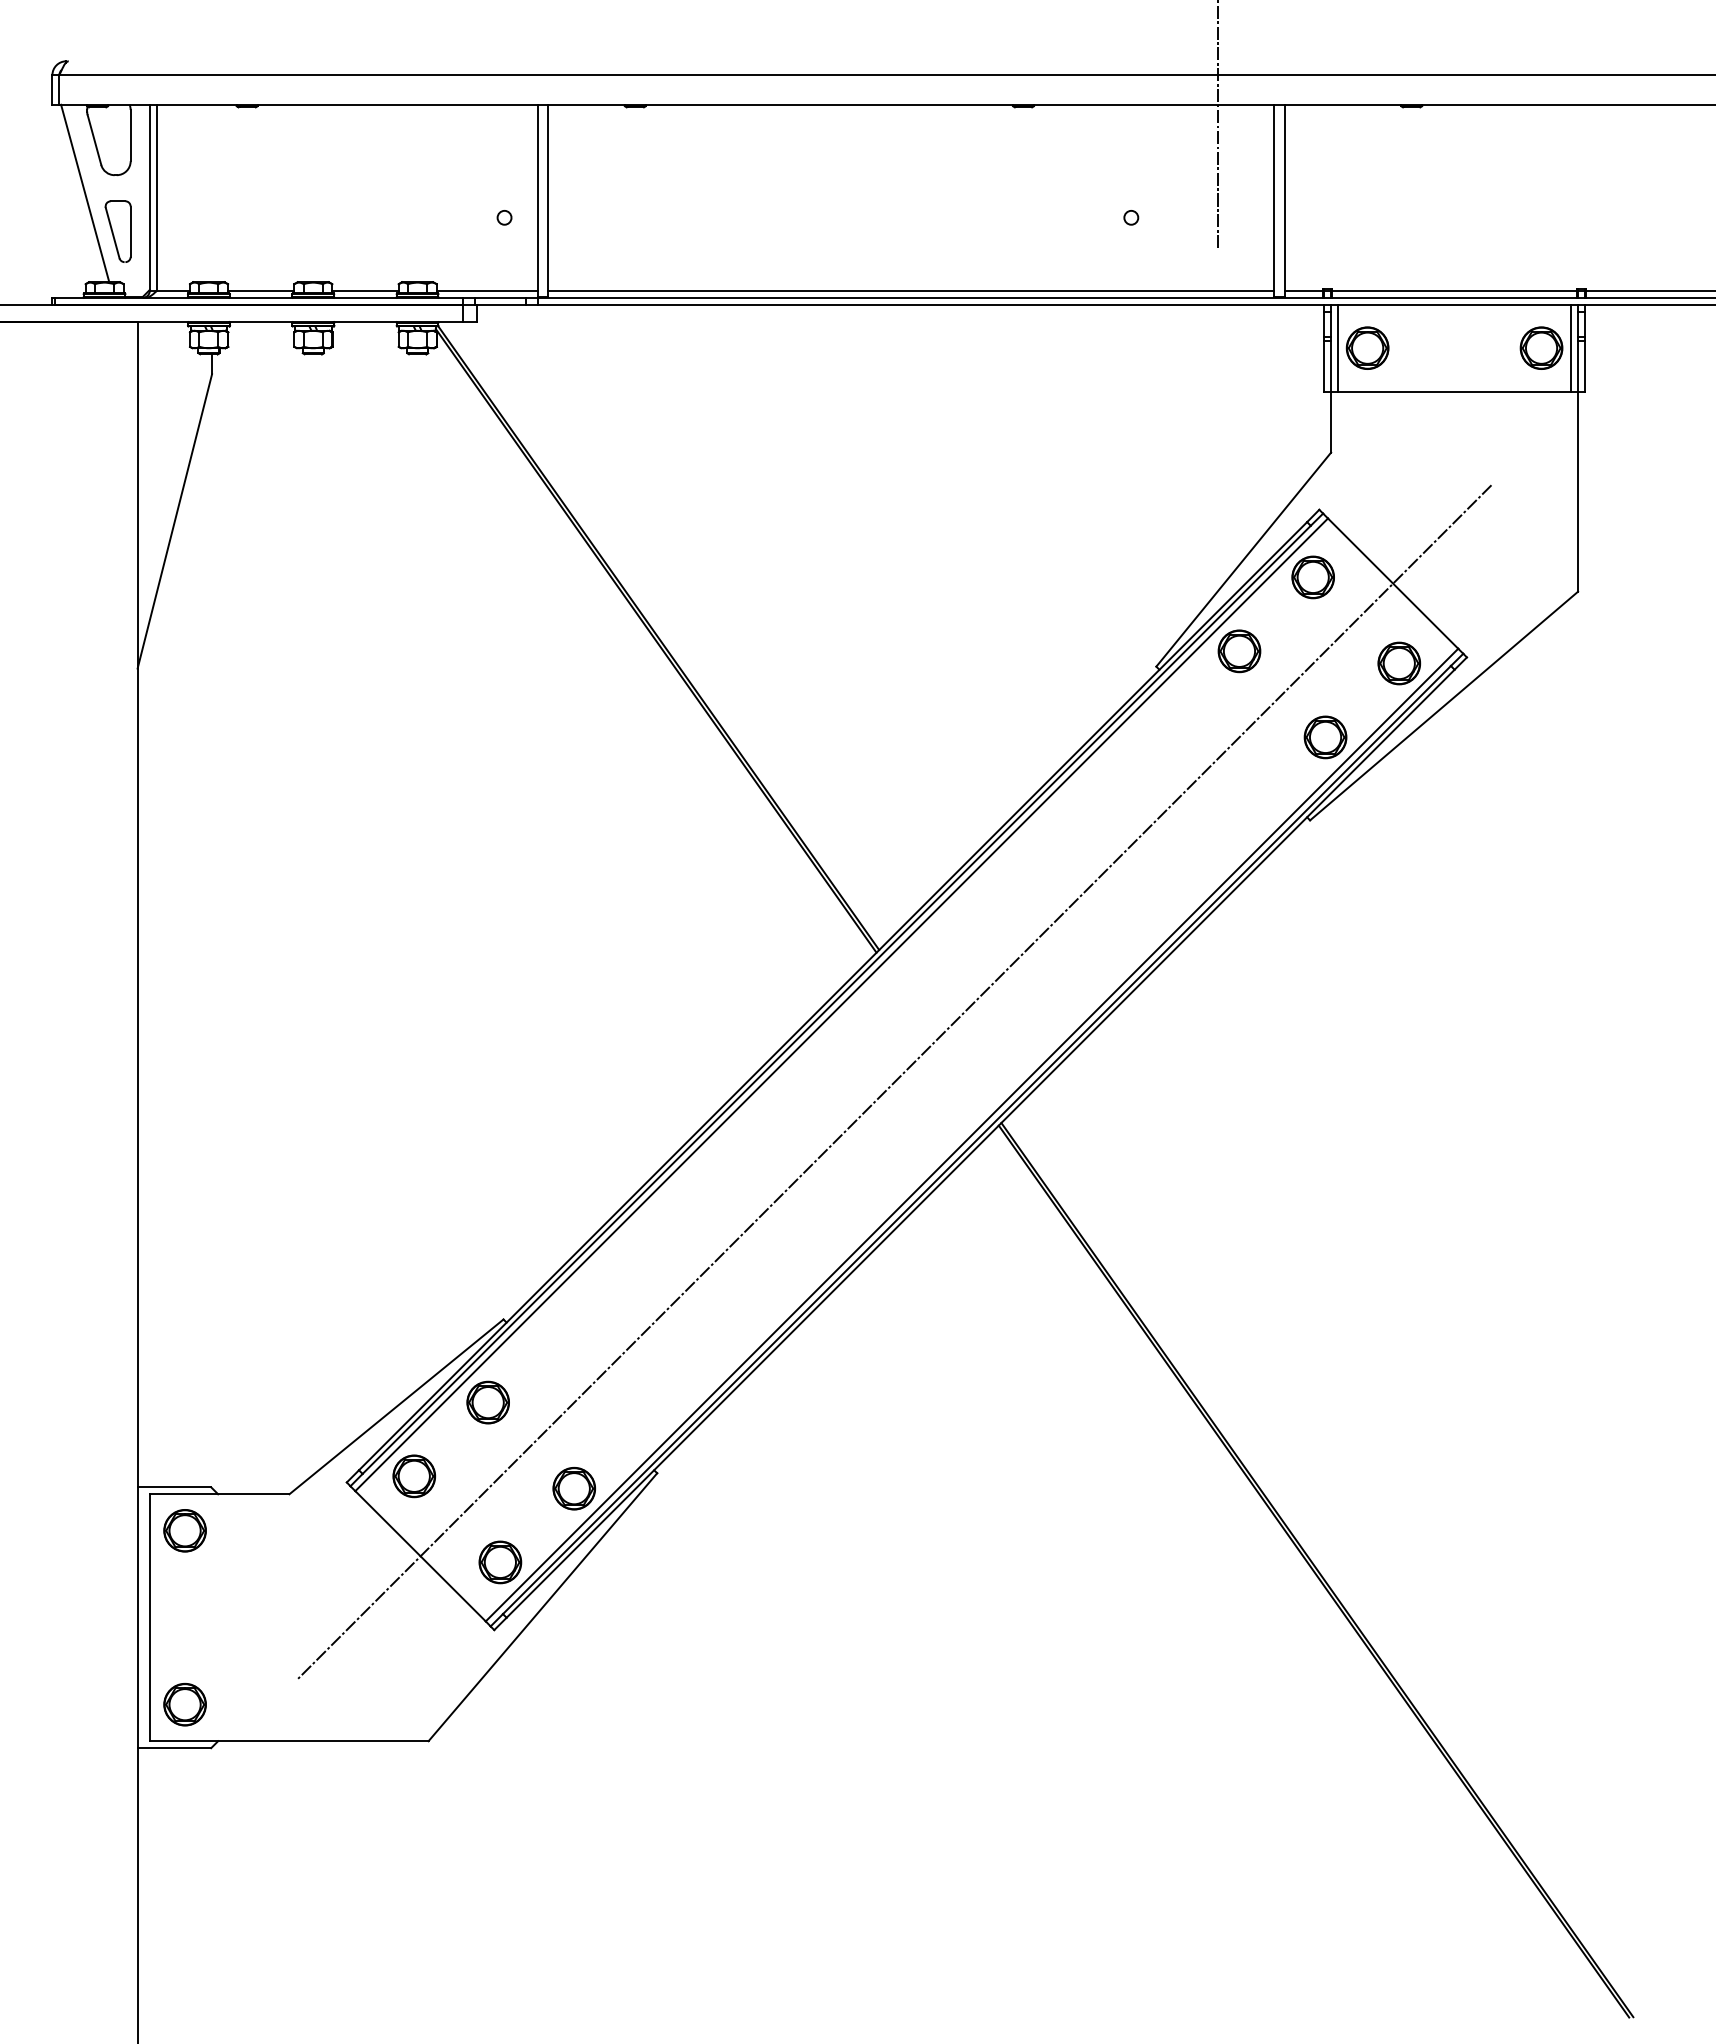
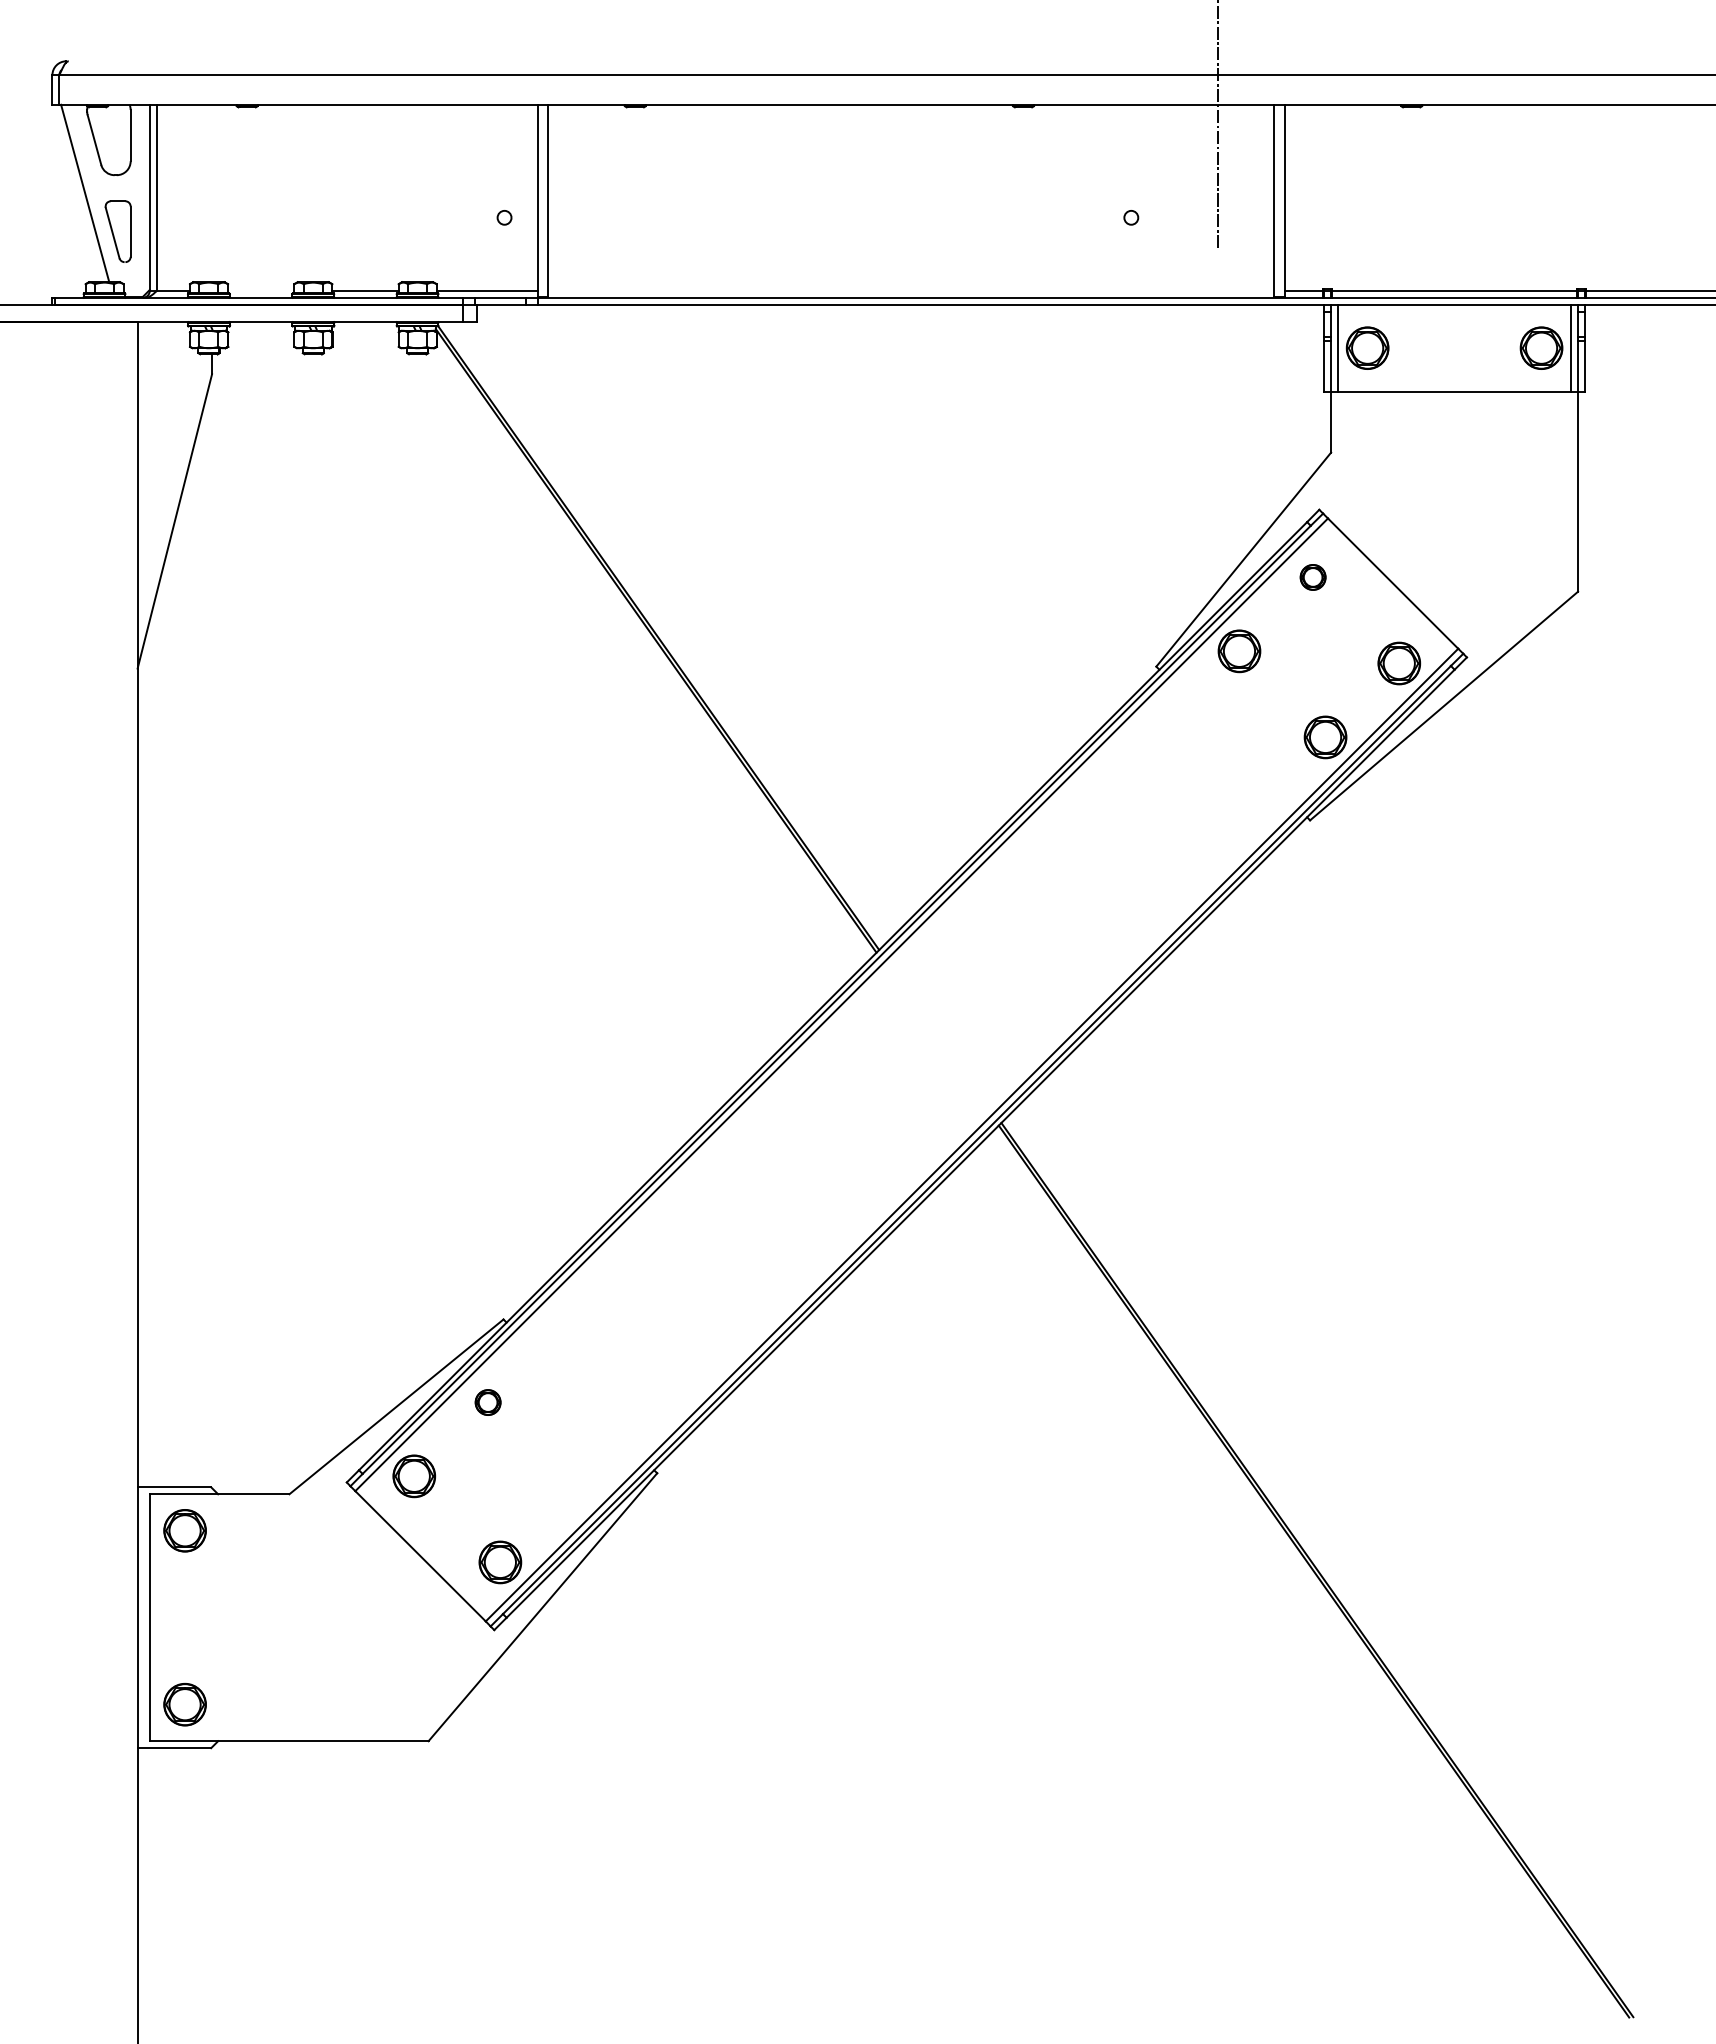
line at (261, 290): present -> none
line at (911, 290): present -> none
part at (1312, 577) size: 44x45 px -> 28x27 px
line at (894, 1082): present -> none
part at (487, 1402) size: 44x45 px -> 28x27 px
part at (574, 1488): present -> none
